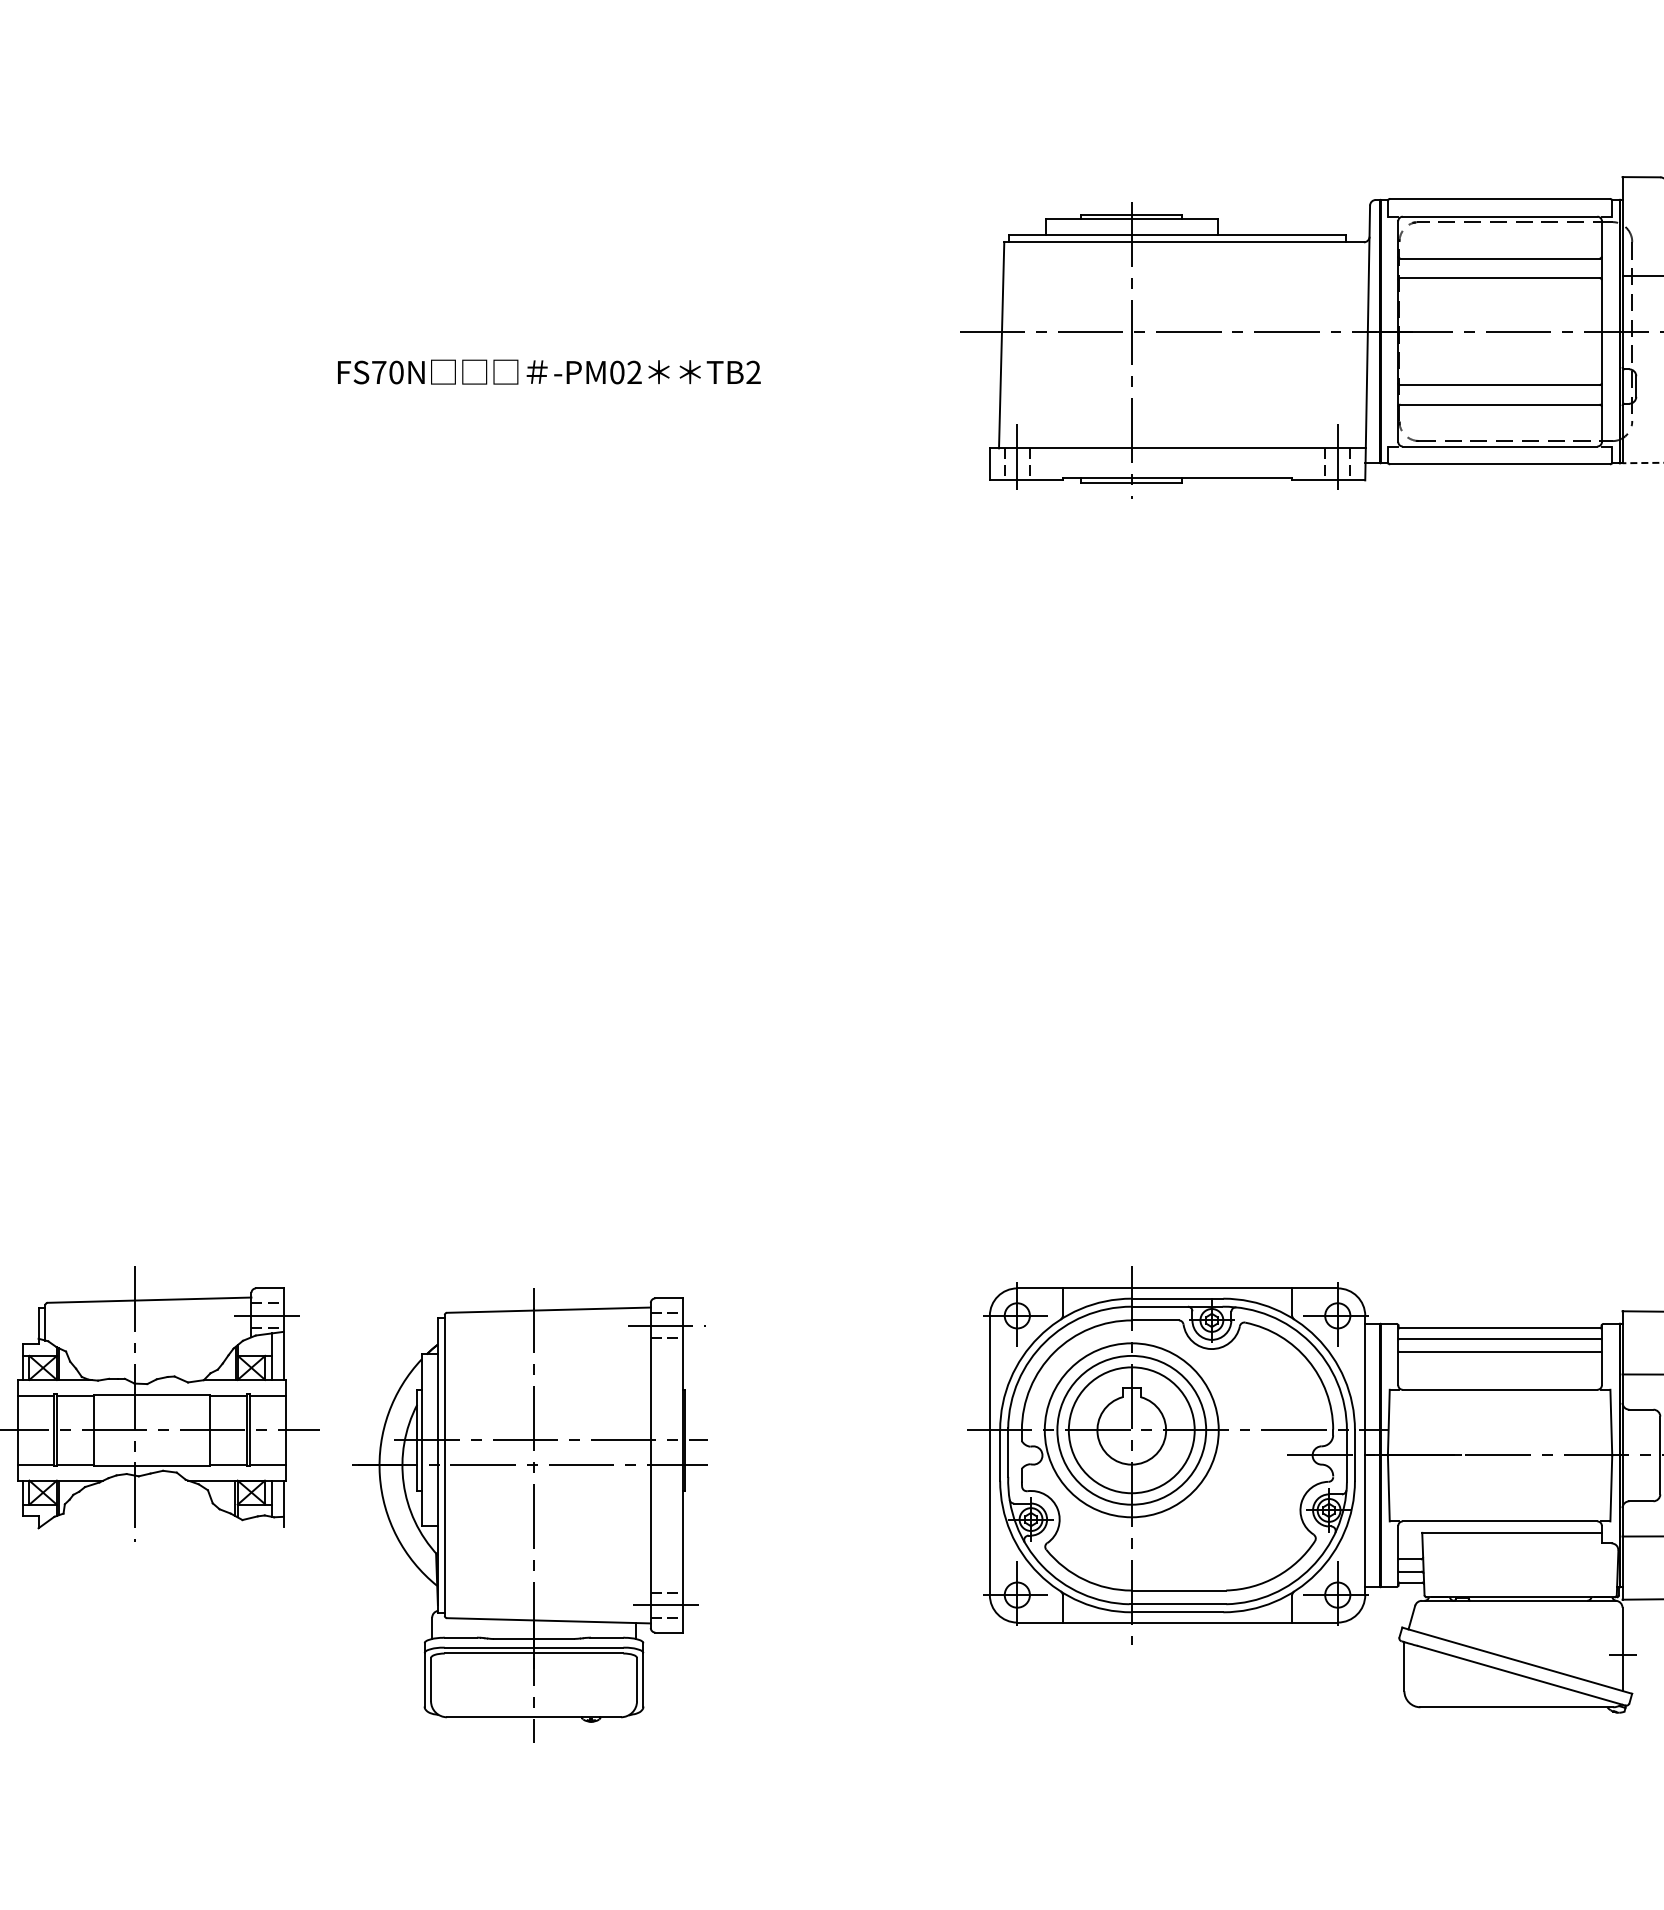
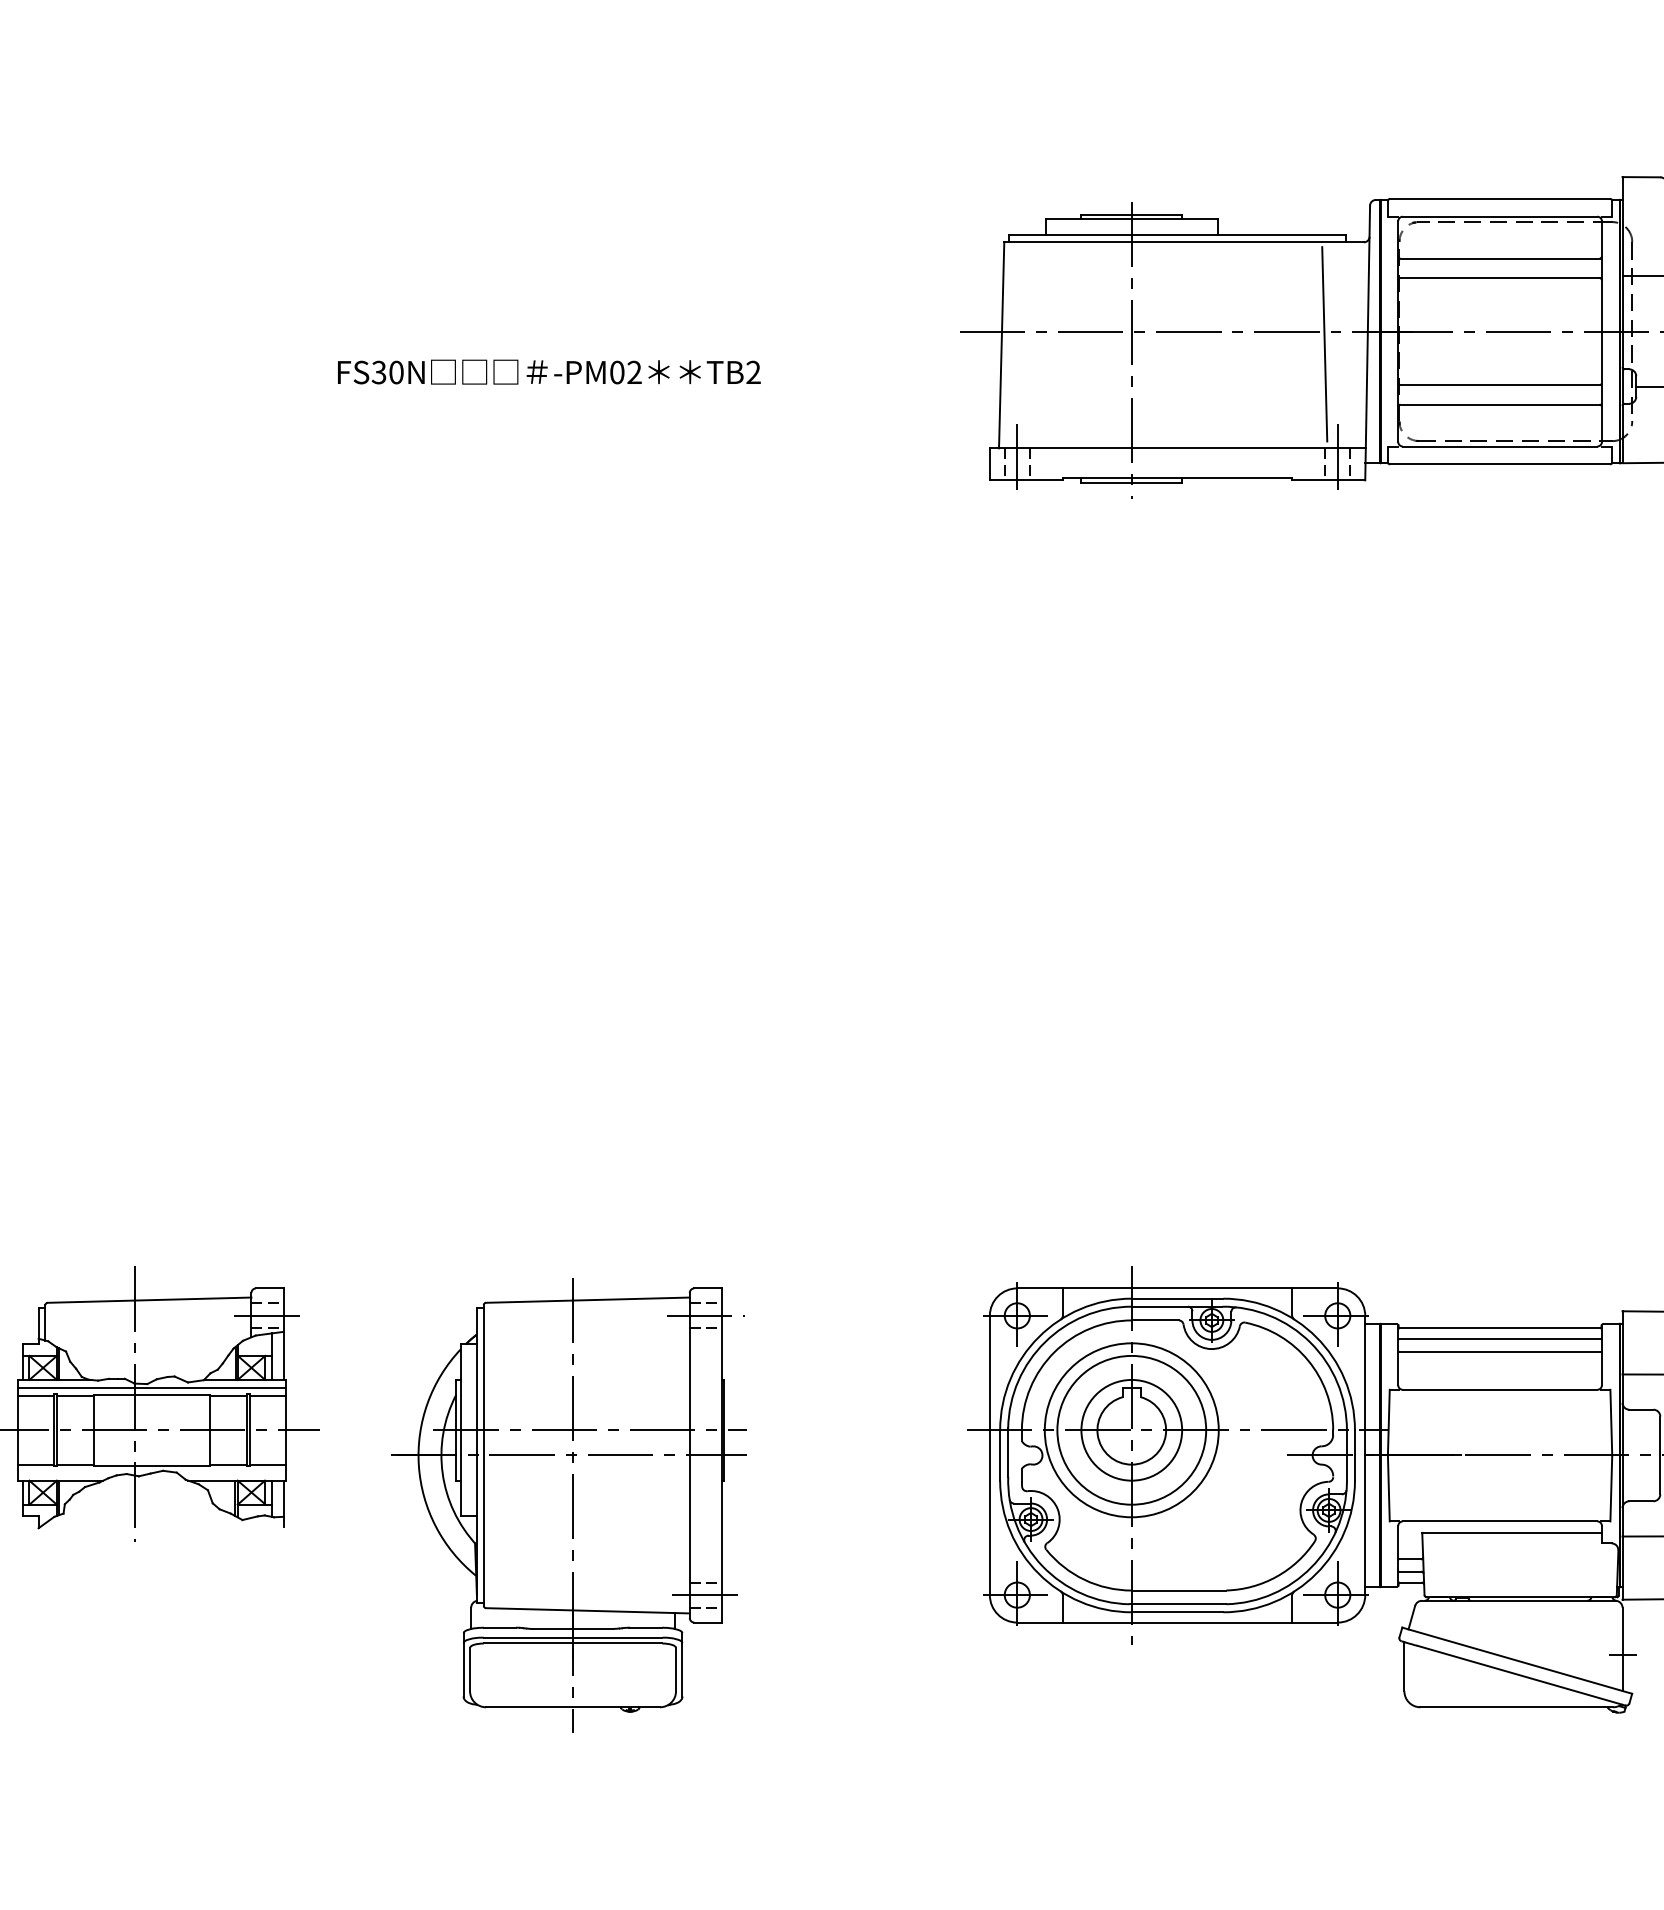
line at (1324, 344): none -> present
text at (378, 372): FS70N -> FS30N
line at (1648, 387): none -> present
line at (1642, 463): dashed -> solid
line at (151, 1388): none -> present
circle at (1131, 1430) diameter: 126 px -> 101 px
part at (529, 1515) position: (529, 1515) -> (568, 1505)
